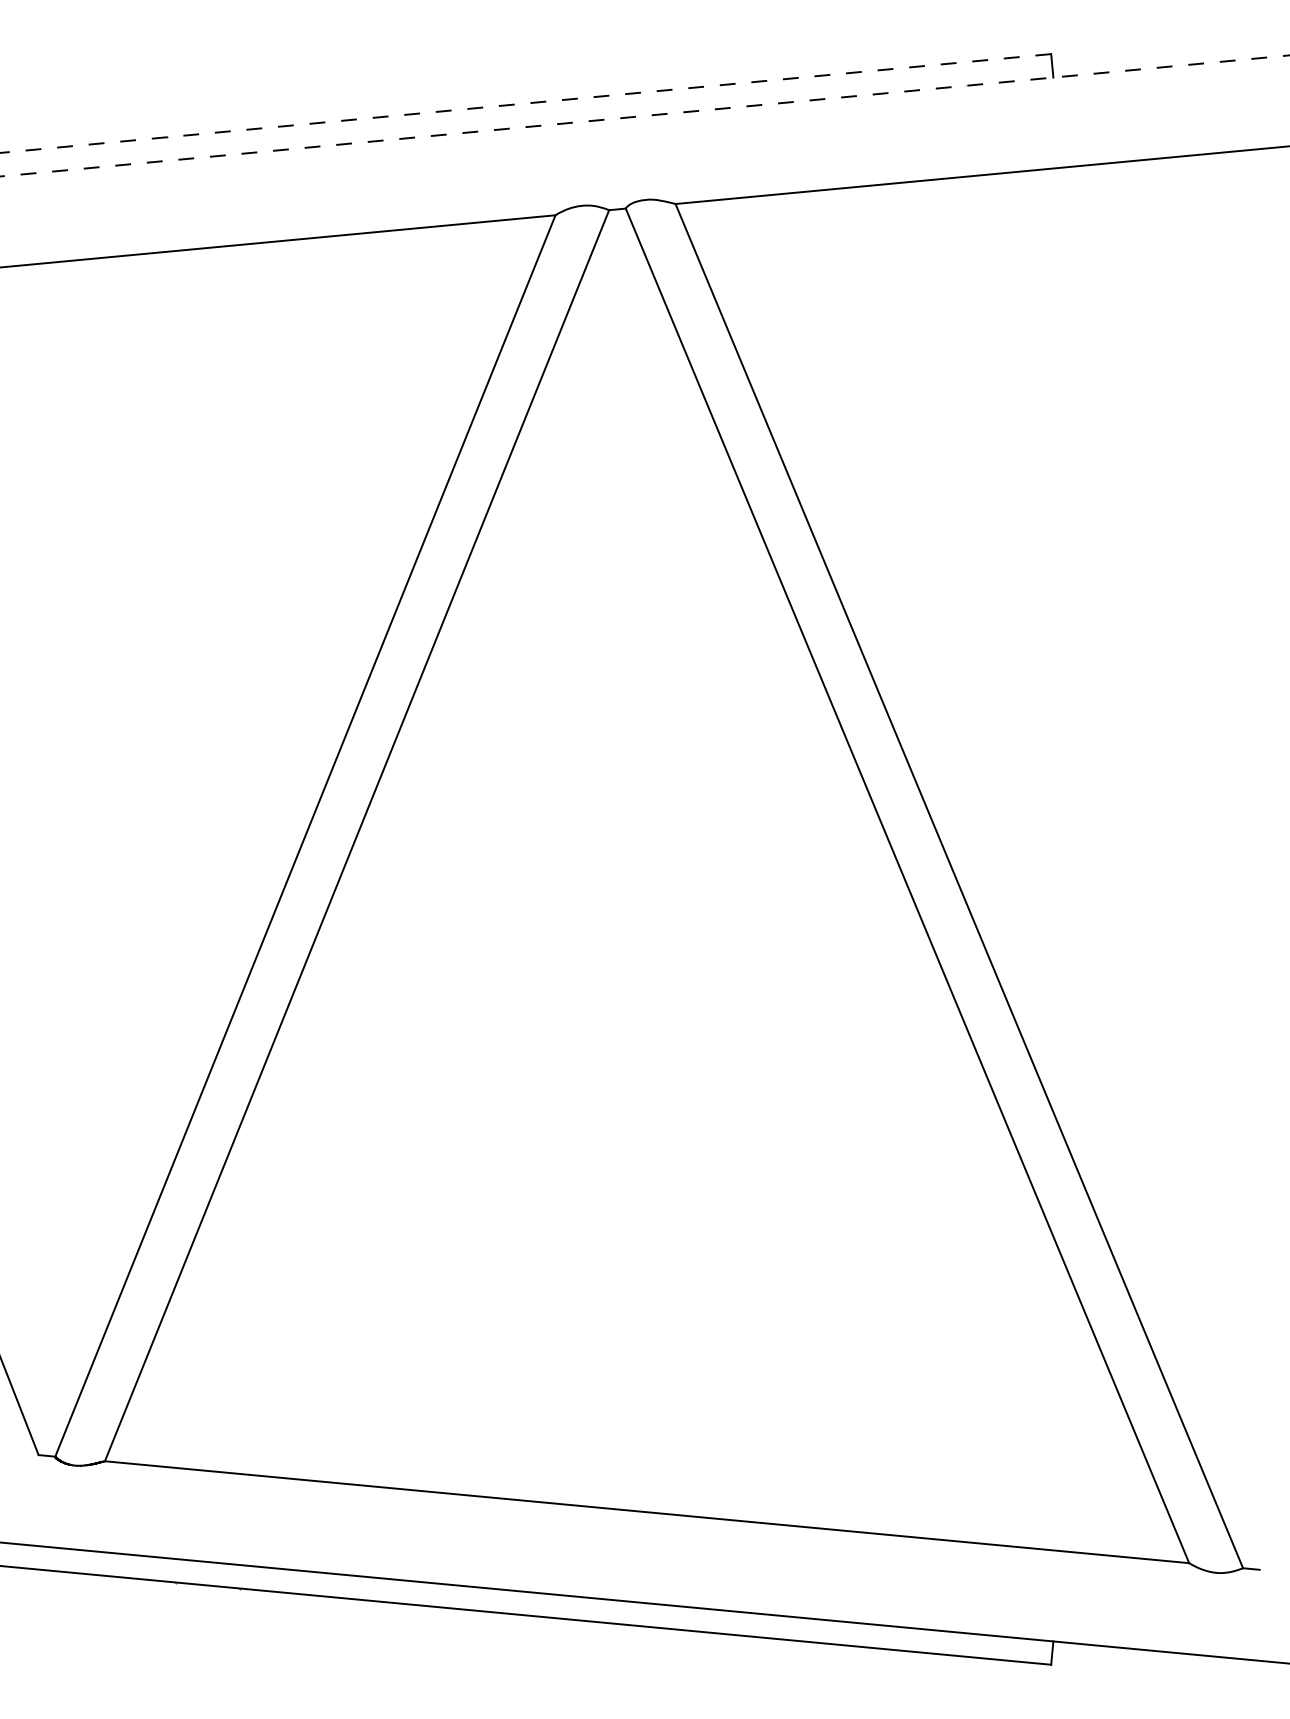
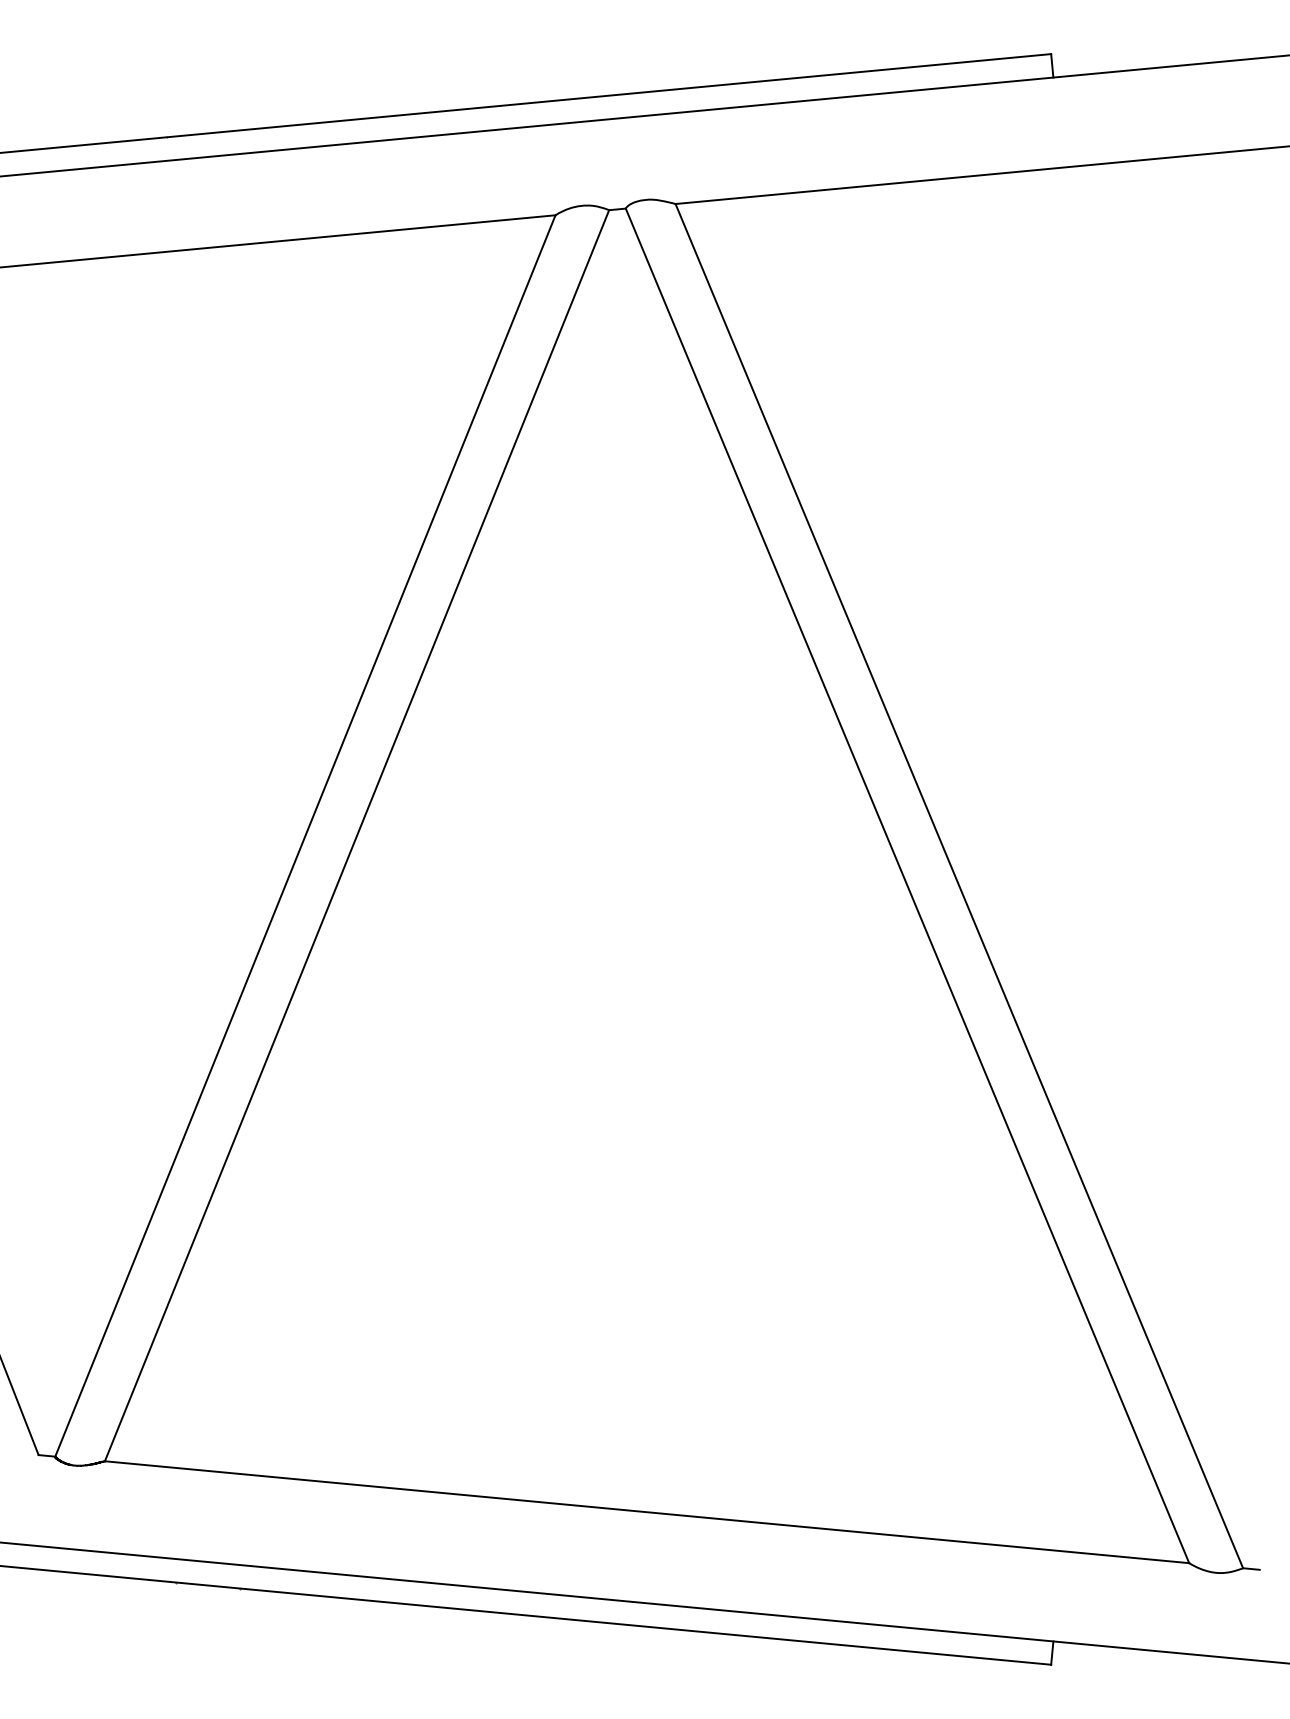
line at (525, 103): dashed -> solid
line at (644, 116): dashed -> solid
